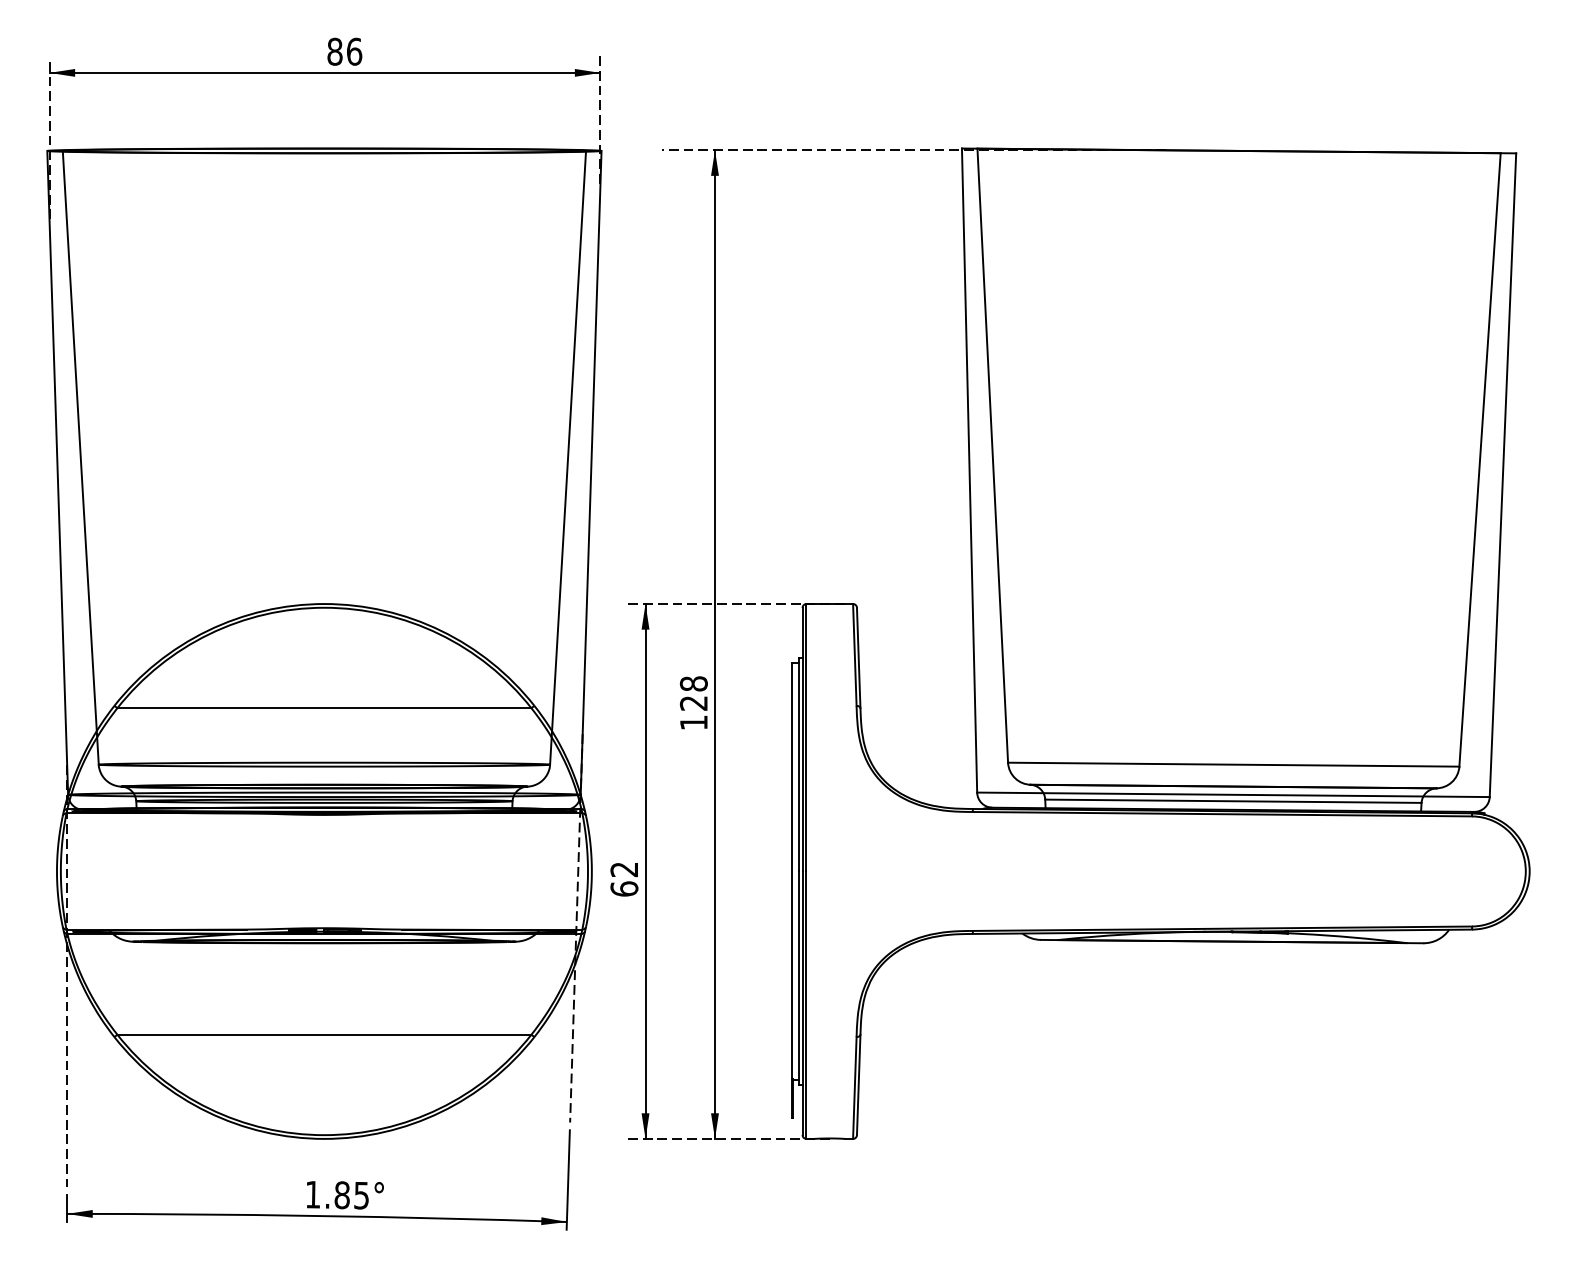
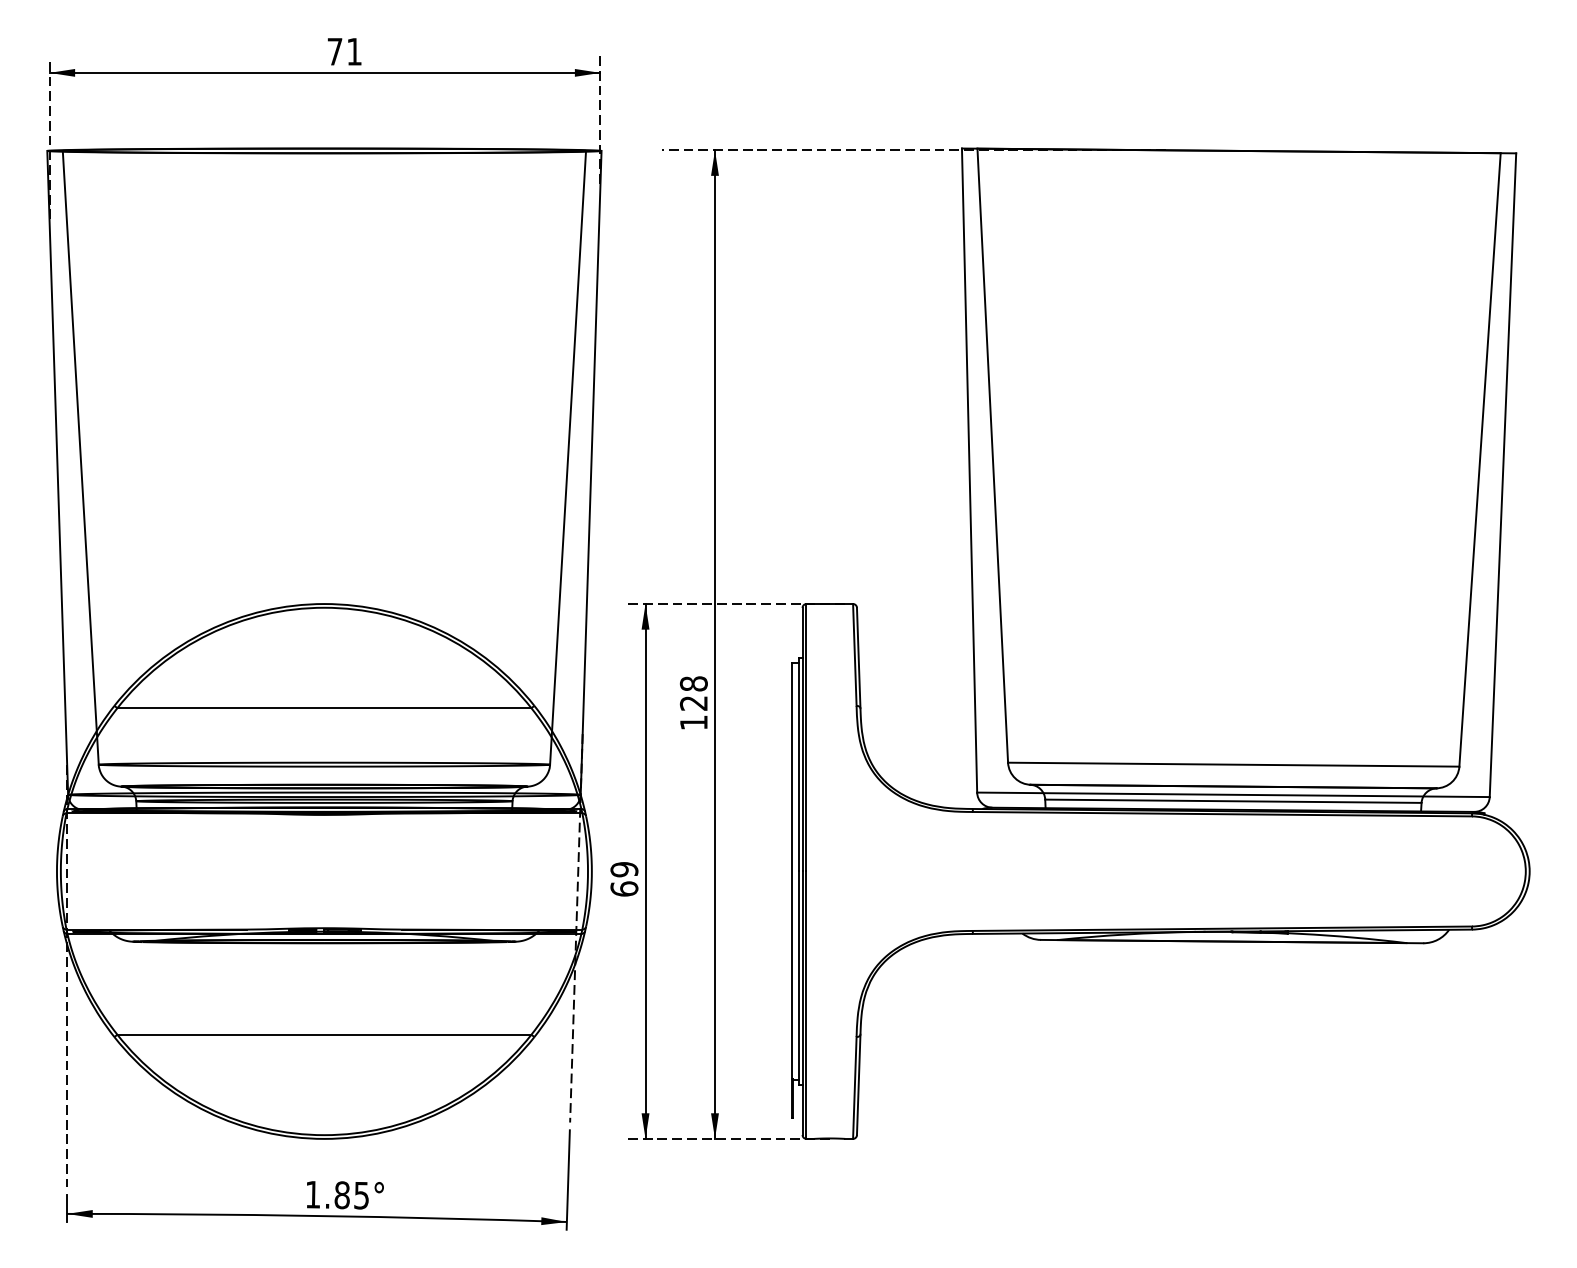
text at (344, 51): 86 -> 71
text at (624, 869): 62 -> 69
